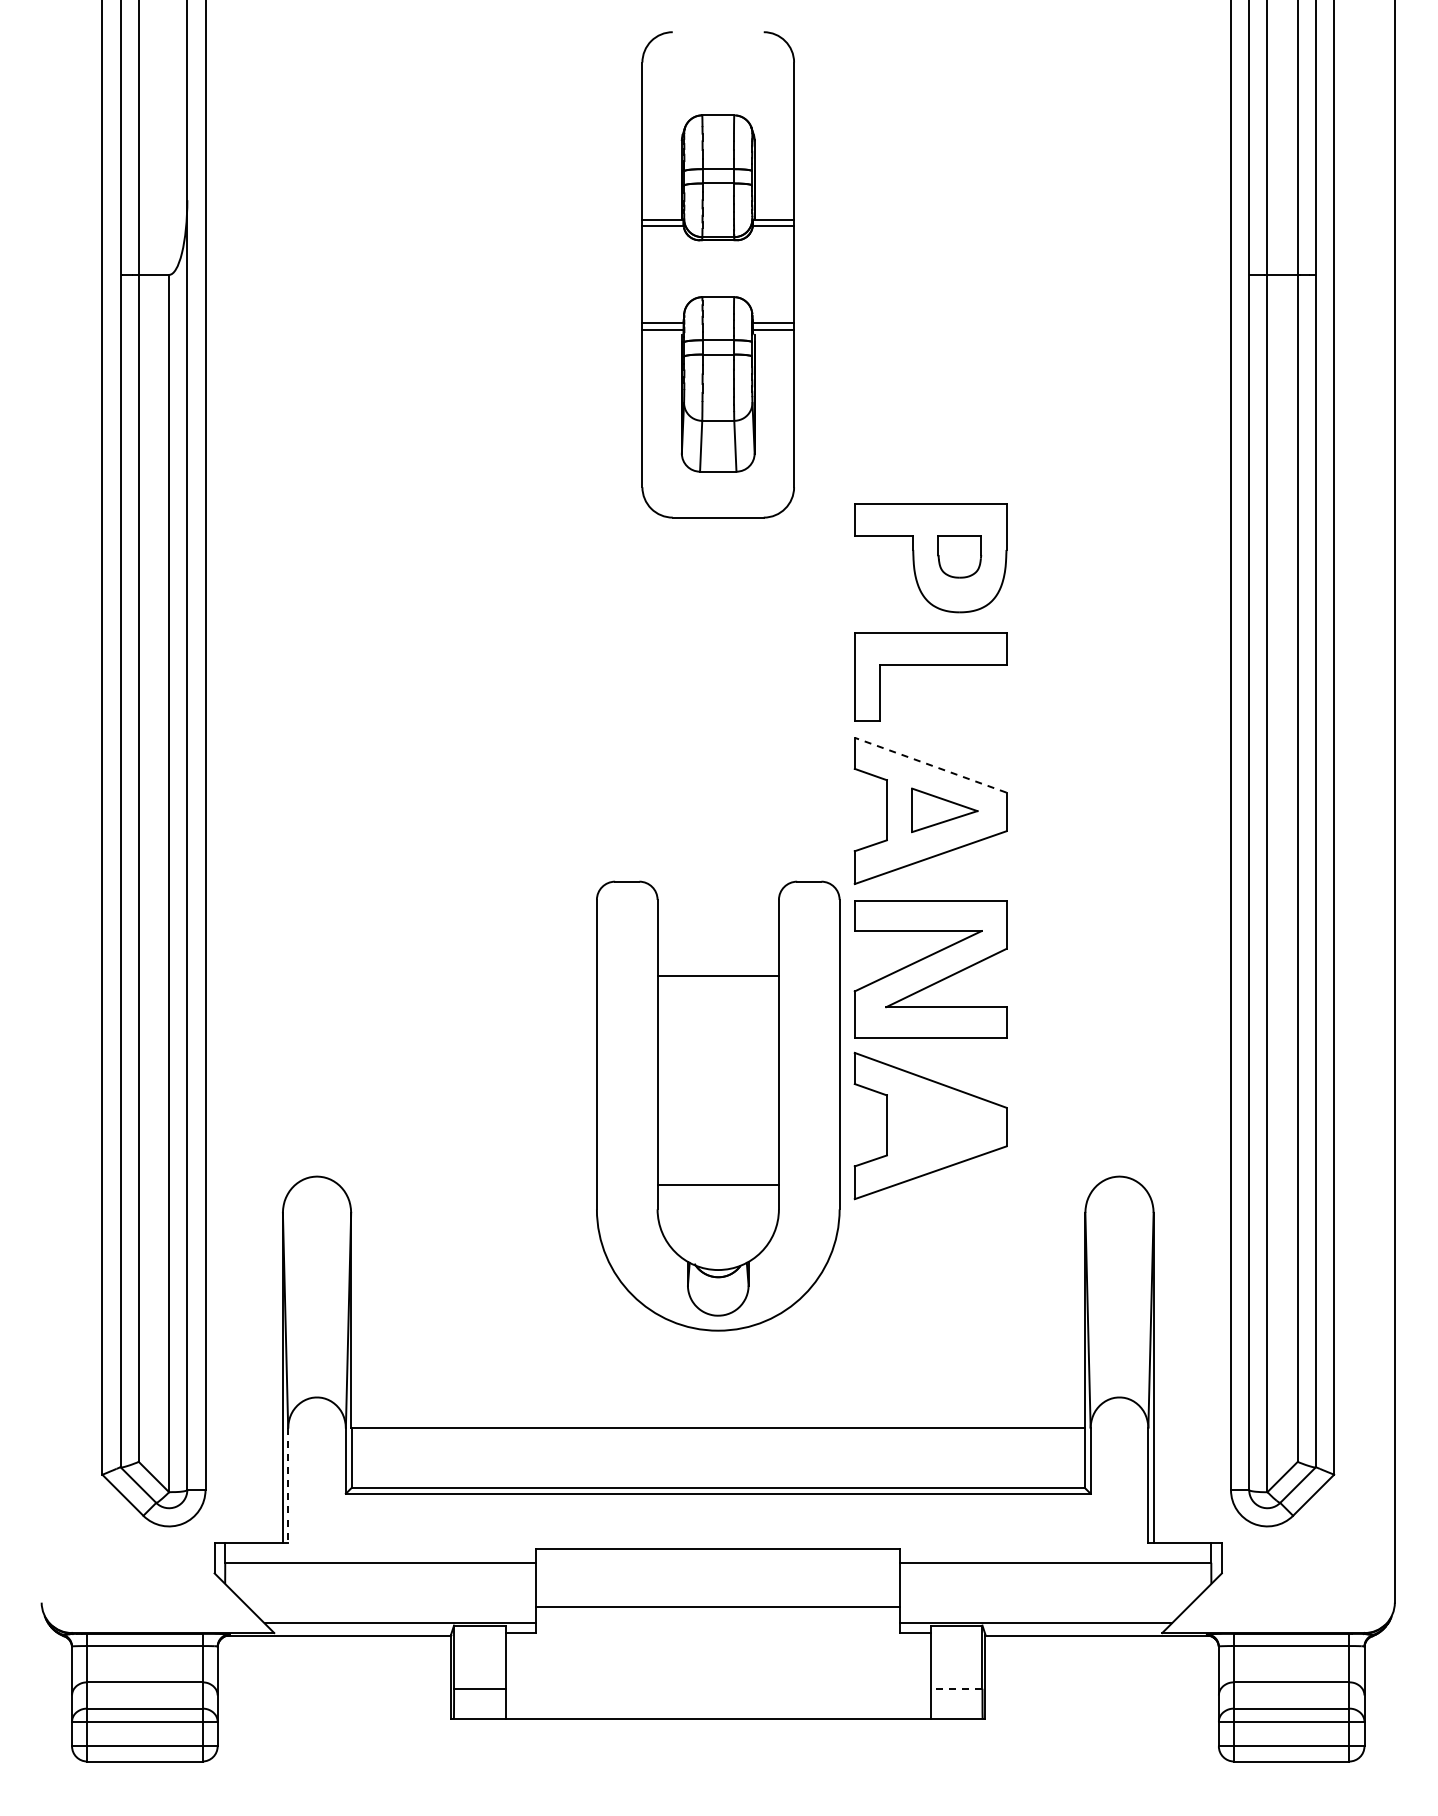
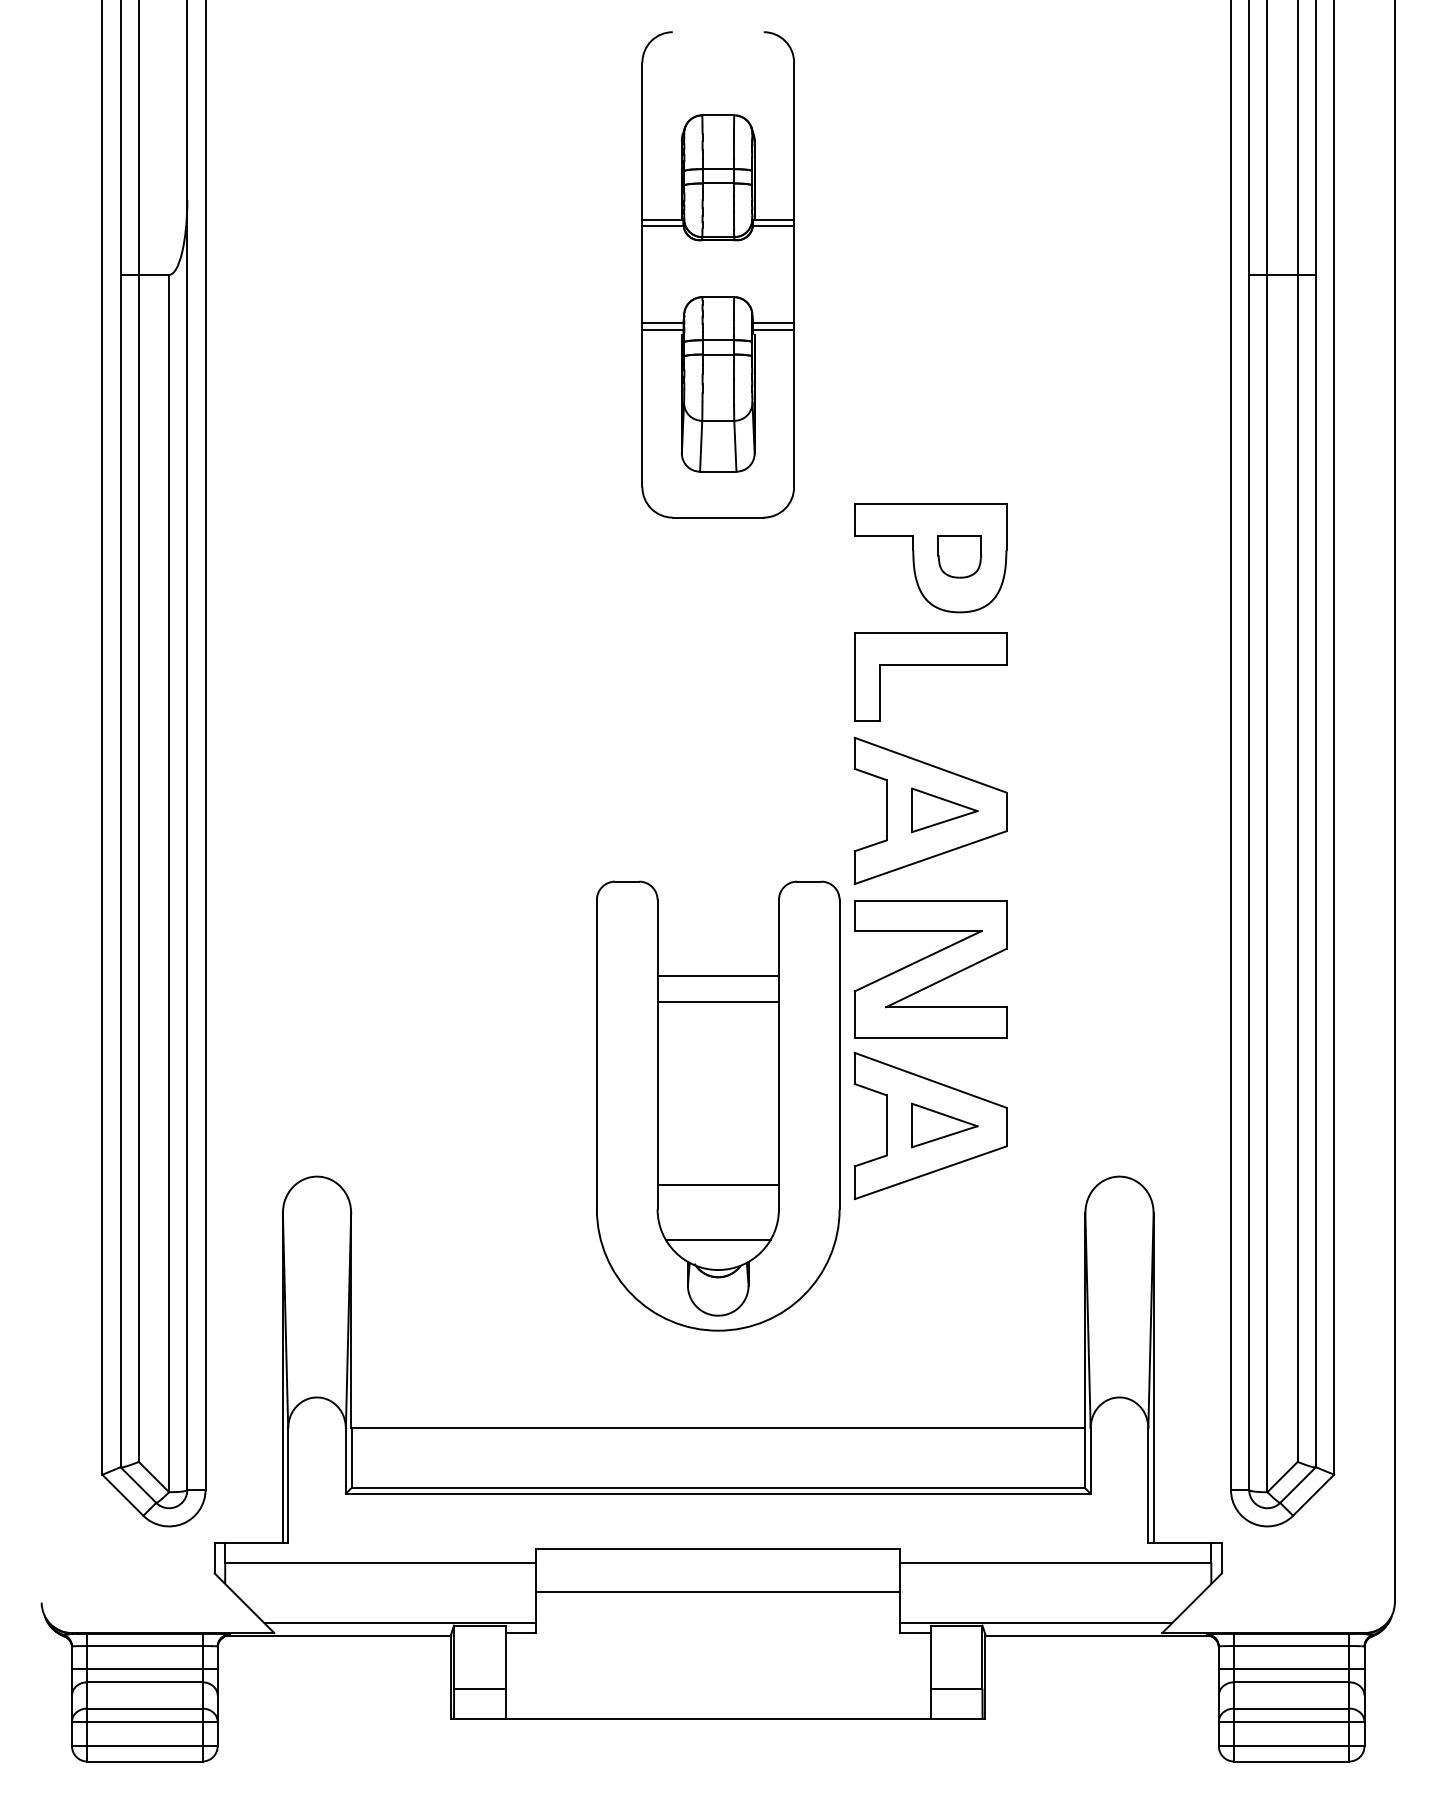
line at (930, 765): dashed -> solid
line at (717, 1002): none -> present
part at (944, 1125): none -> present
line at (717, 1239): none -> present
line at (288, 1485): dashed -> solid
line at (718, 1606) position: (718, 1606) -> (718, 1591)
line at (144, 1669): none -> present
line at (1291, 1669): none -> present
line at (956, 1688): dashed -> solid
